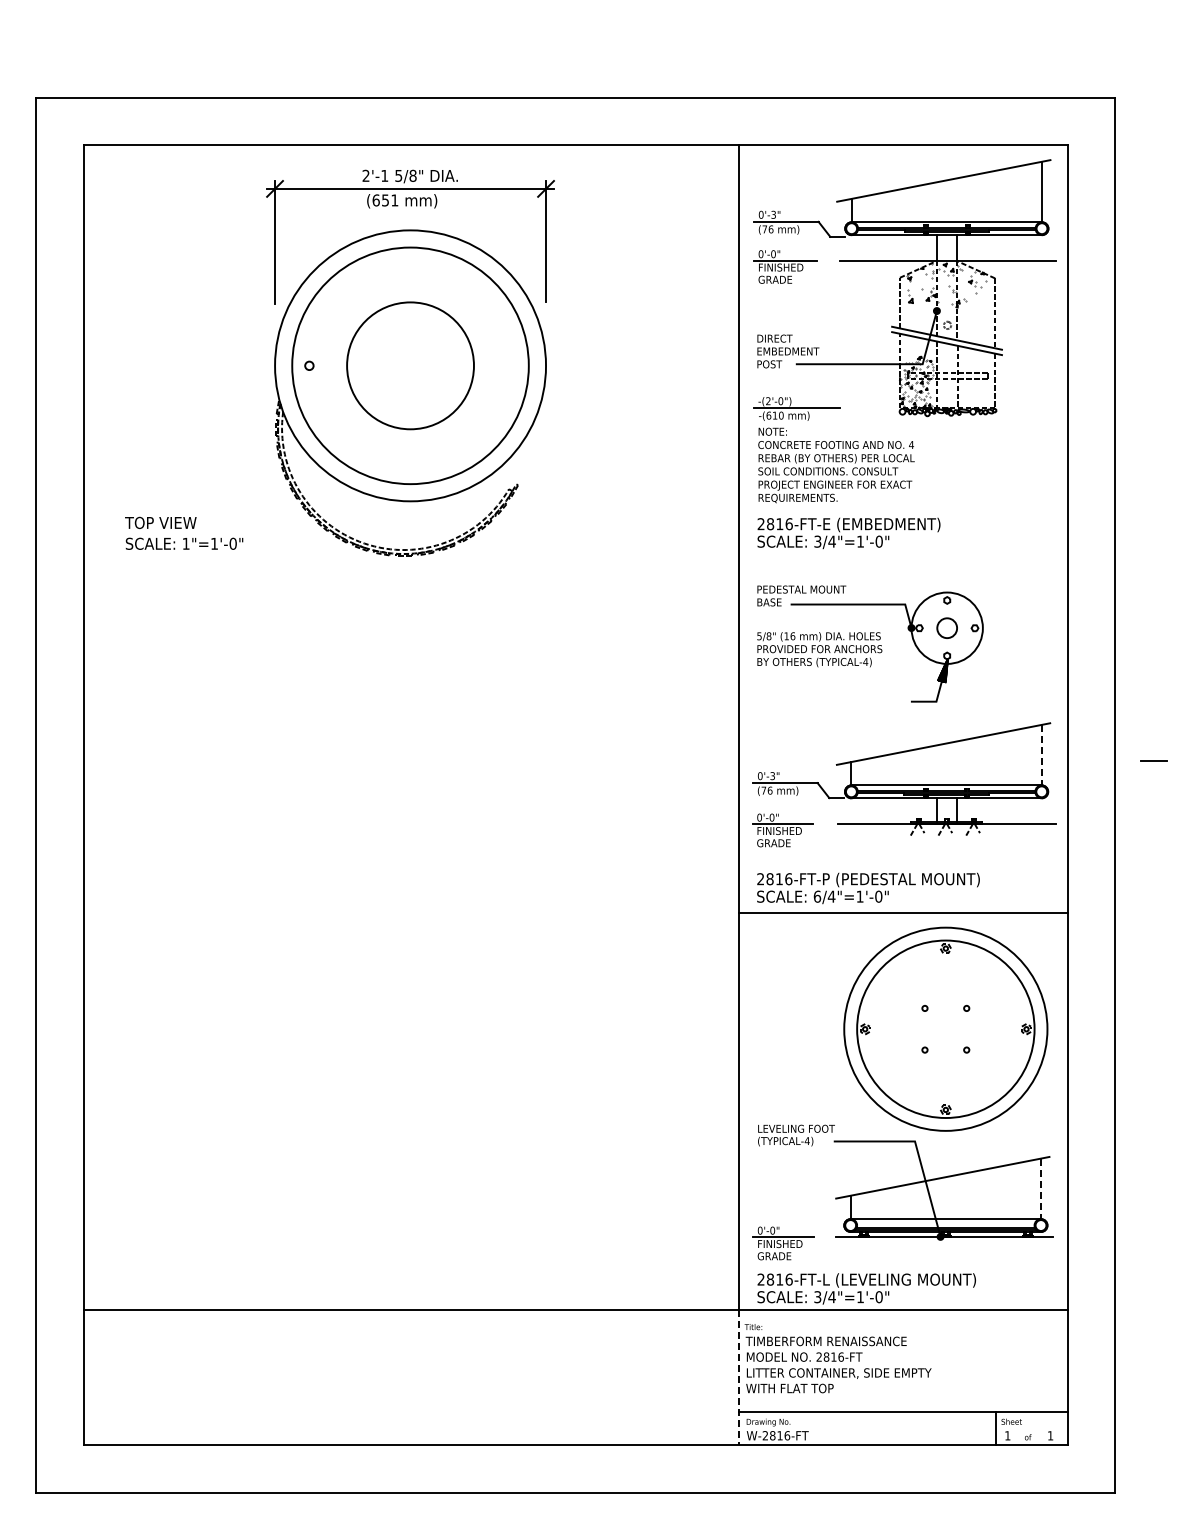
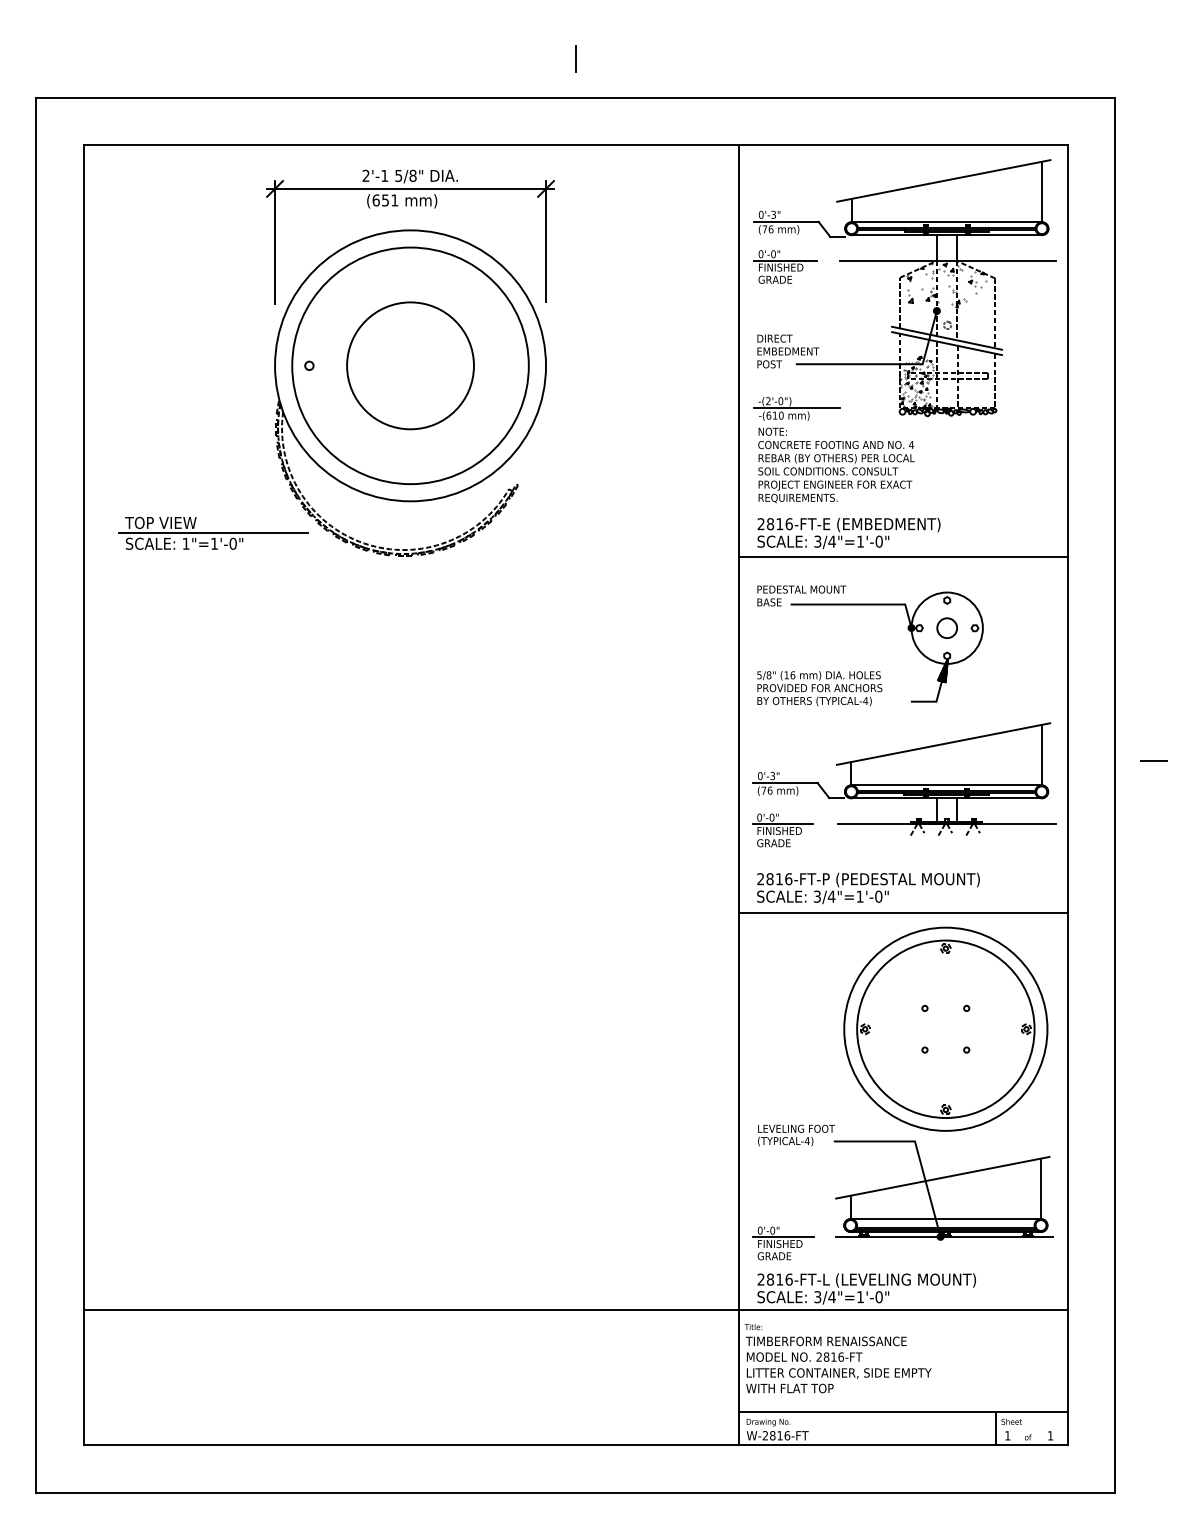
line at (575, 58): none -> present
line at (212, 533): none -> present
line at (903, 557): none -> present
text at (819, 649) position: (819, 649) -> (819, 688)
line at (1041, 755): dashed -> solid
text at (817, 896): 6/4"=1'-0" -> 3/4"=1'-0"
line at (1041, 1189): dashed -> solid
line at (739, 1377): dashed -> solid
